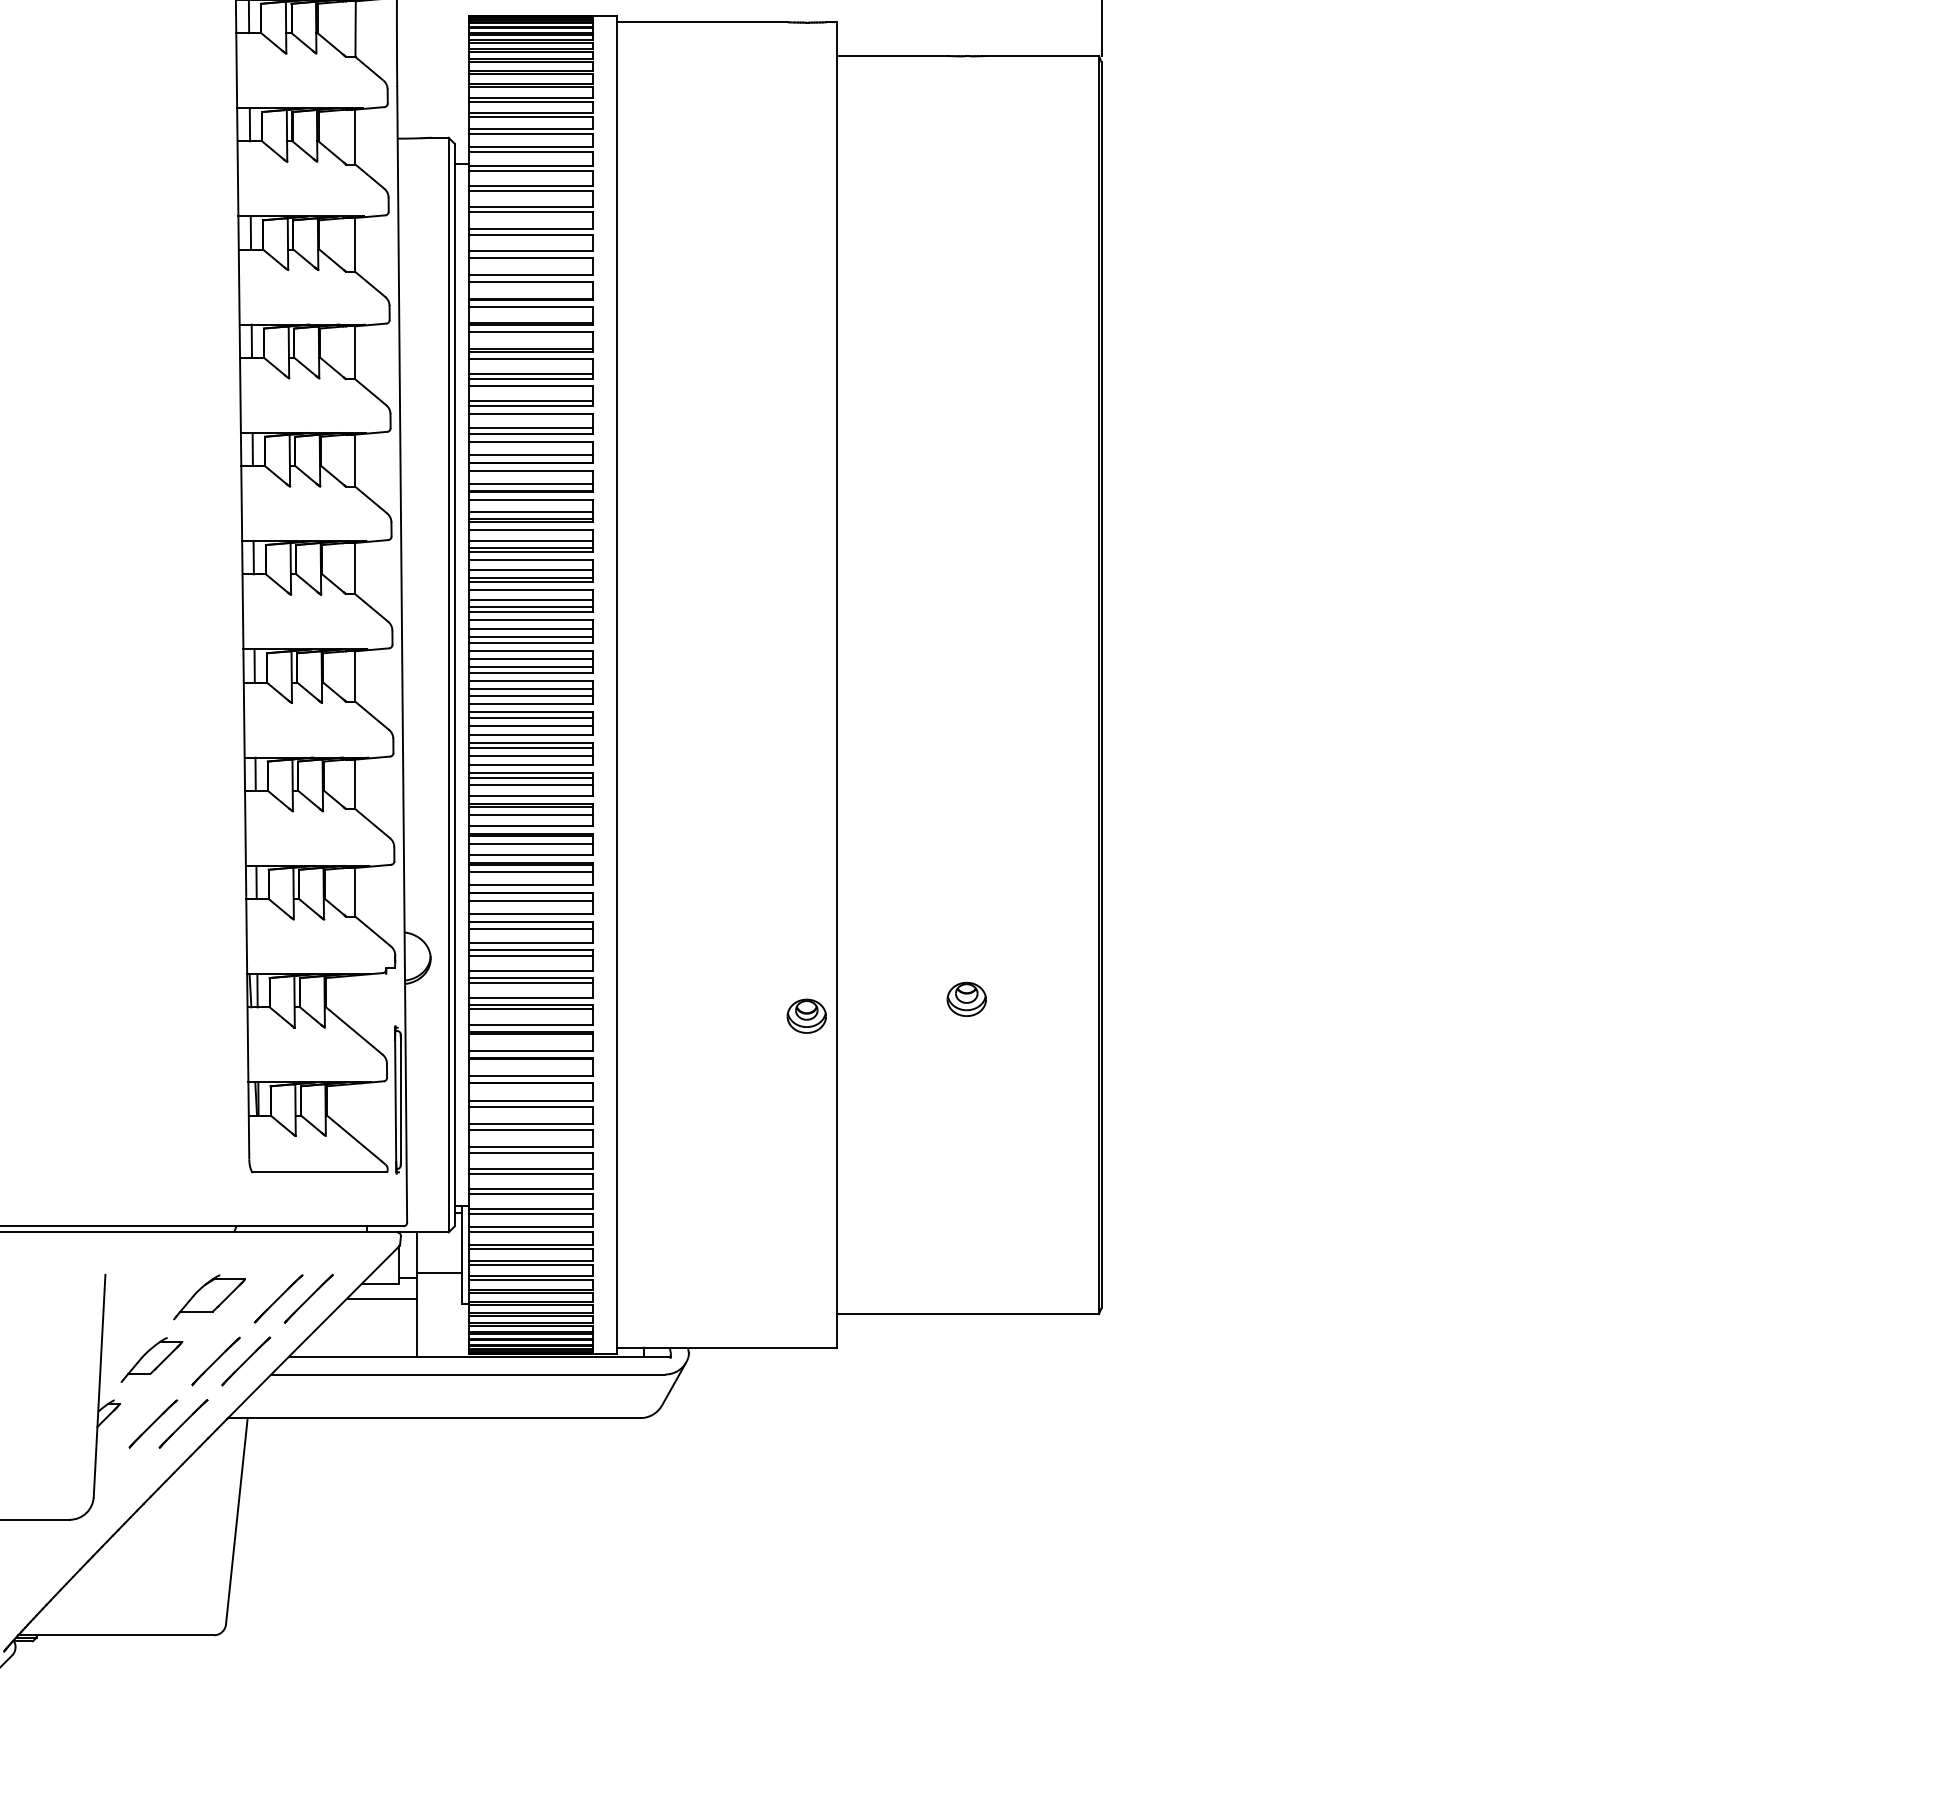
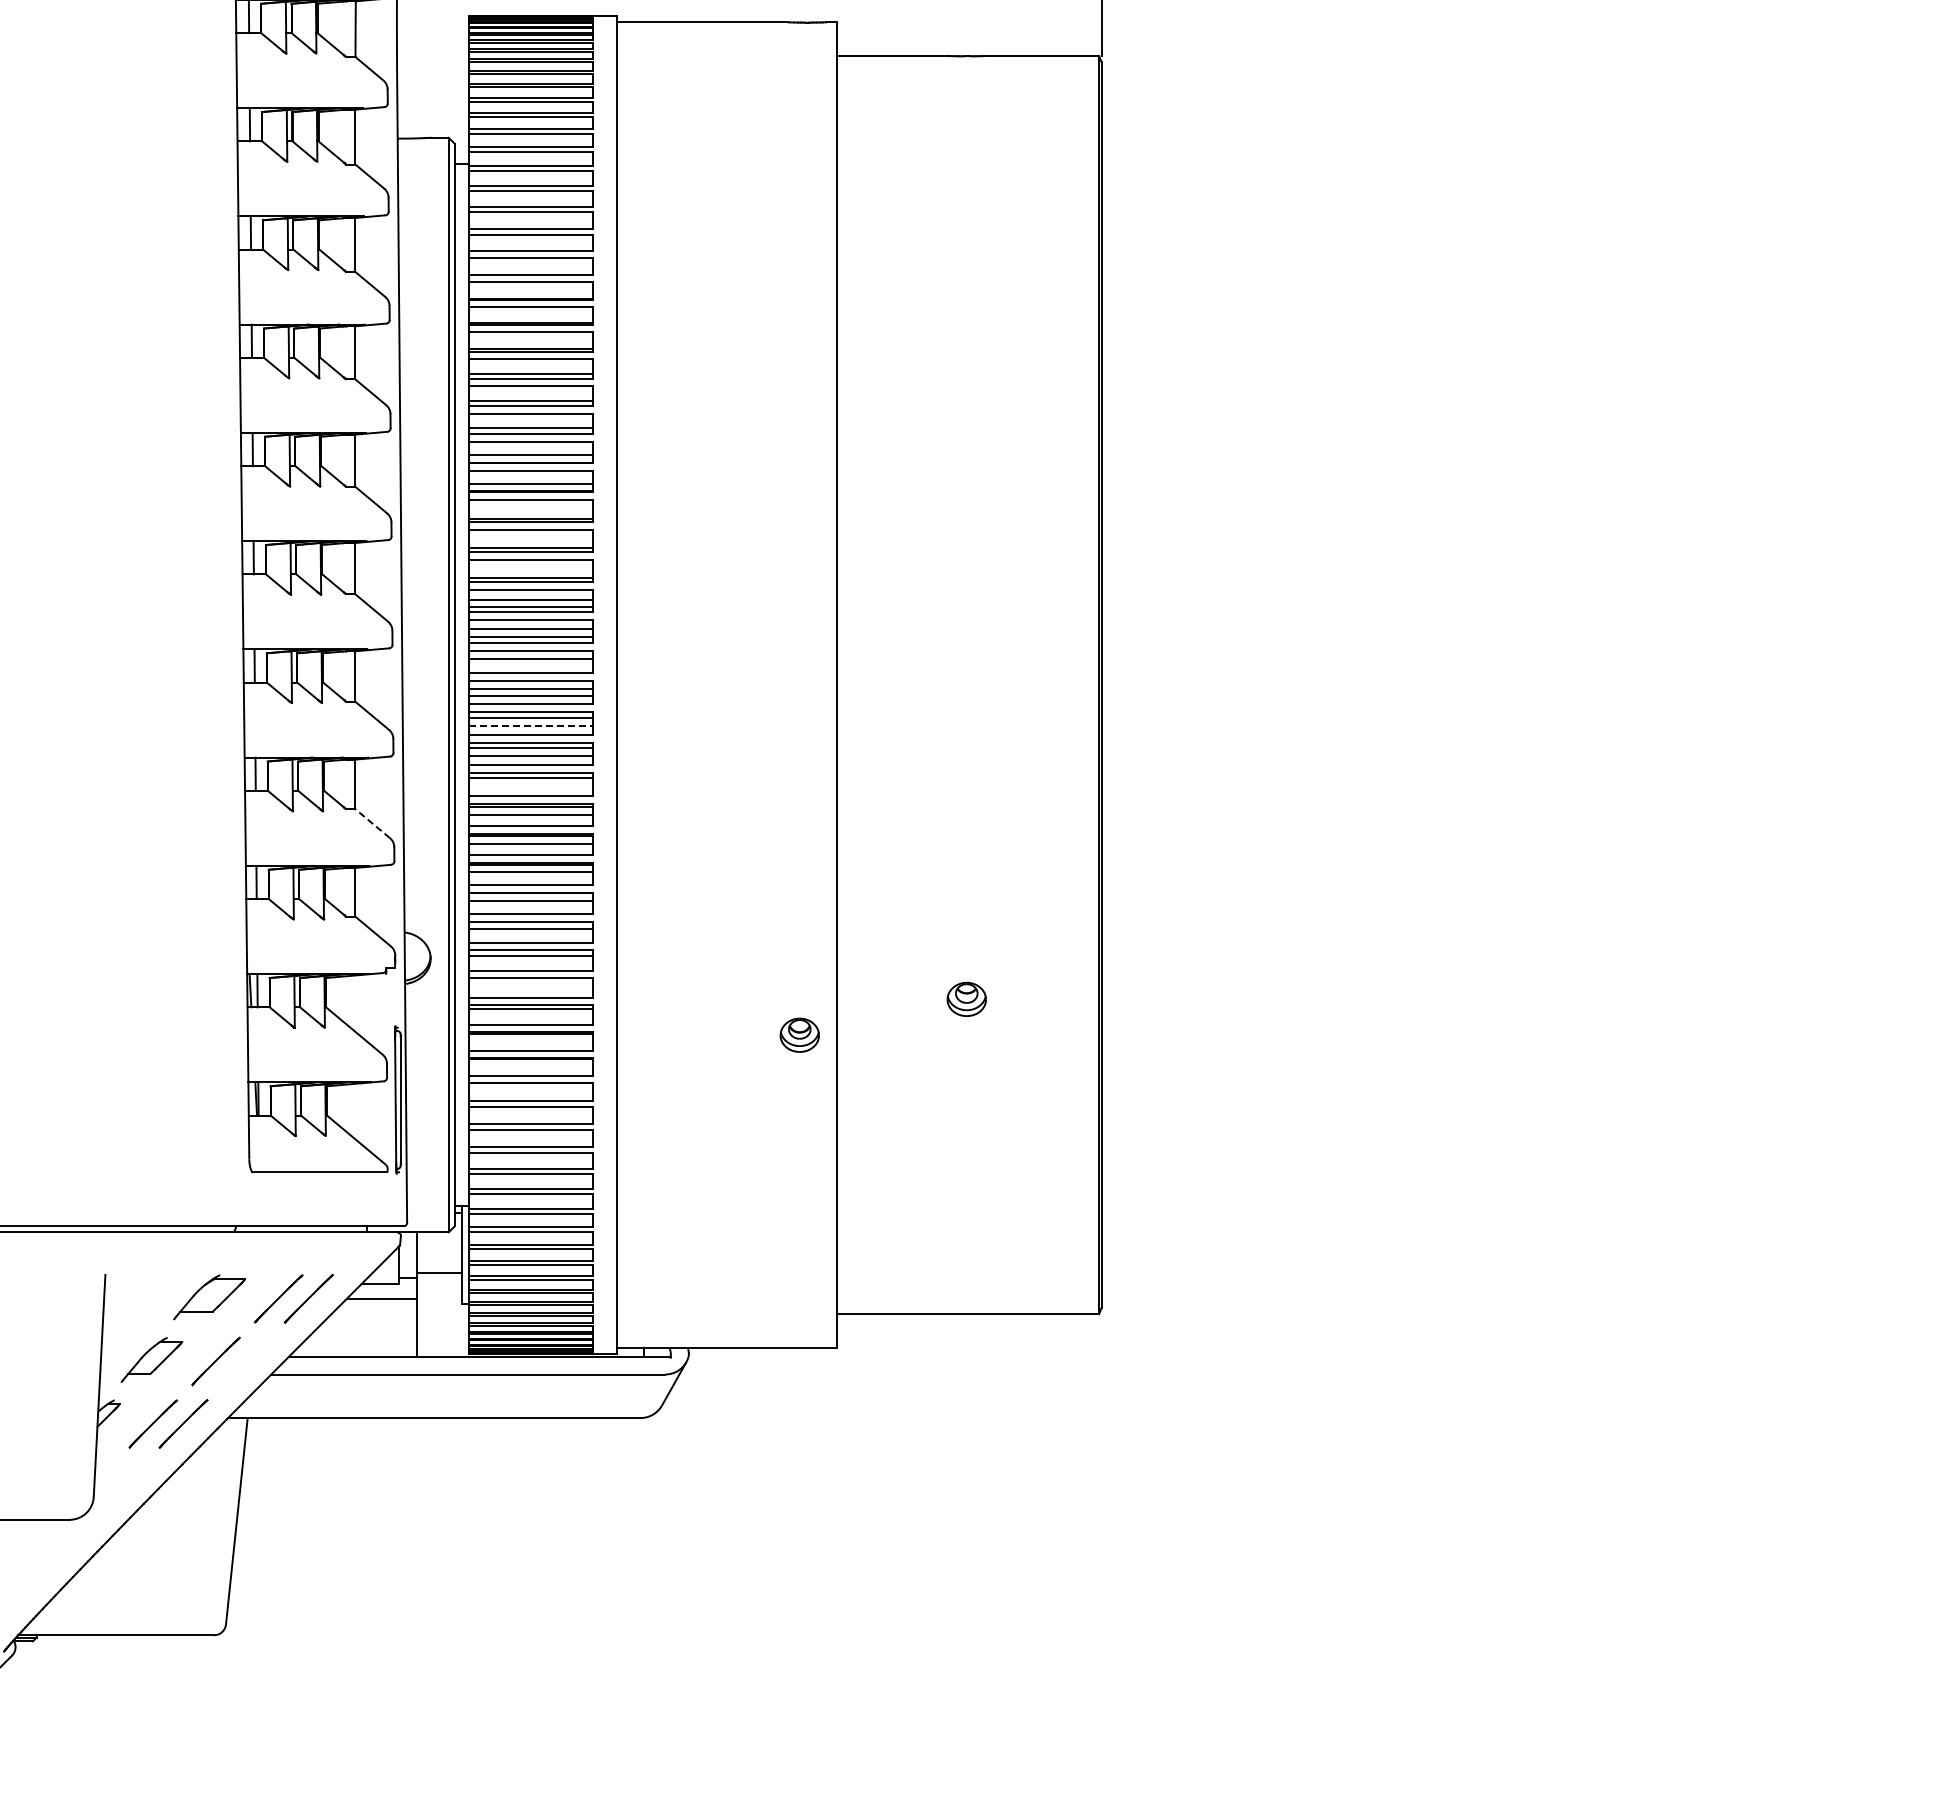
line at (530, 512): present -> none
line at (530, 540): present -> none
line at (530, 570): present -> none
line at (530, 666): present -> none
line at (530, 726): solid -> dashed
line at (530, 785): present -> none
line at (372, 823): solid -> dashed
line at (530, 982): present -> none
part at (806, 1015) position: (806, 1015) -> (799, 1034)
line at (246, 1361): present -> none
